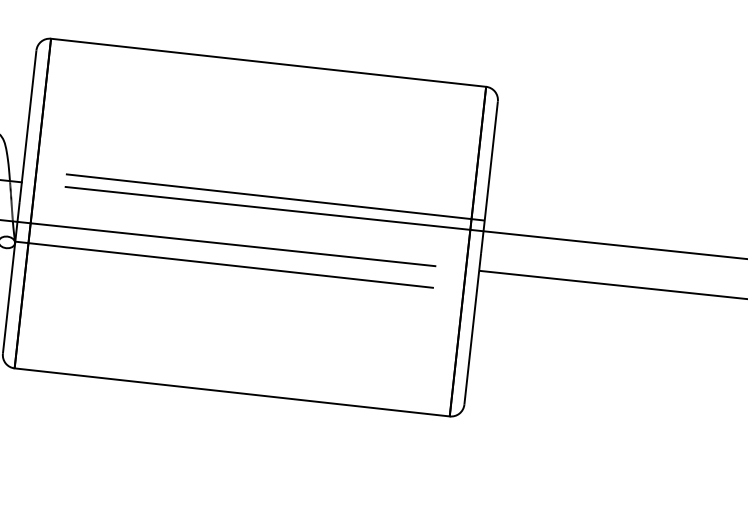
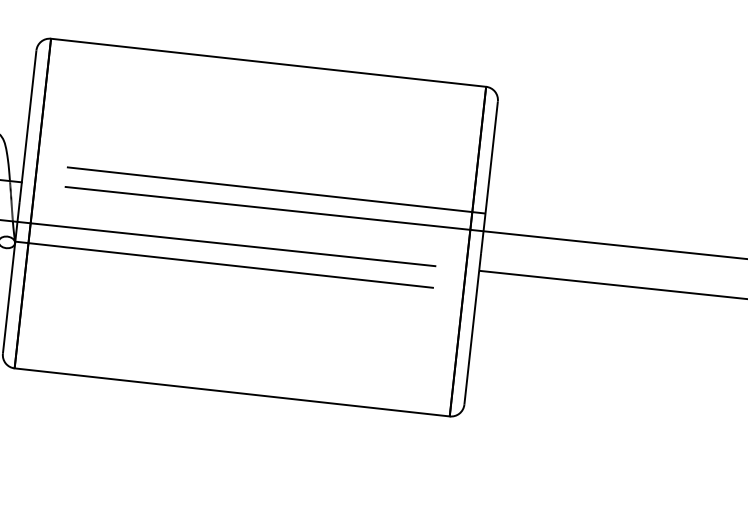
line at (253, 194) position: (253, 194) -> (254, 187)
